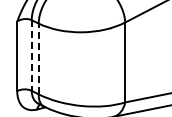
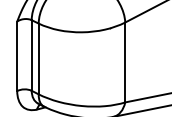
line at (31, 56): dashed -> solid
line at (38, 58): dashed -> solid
